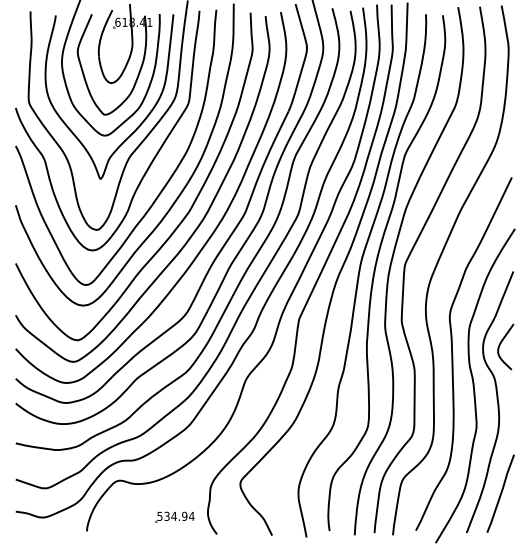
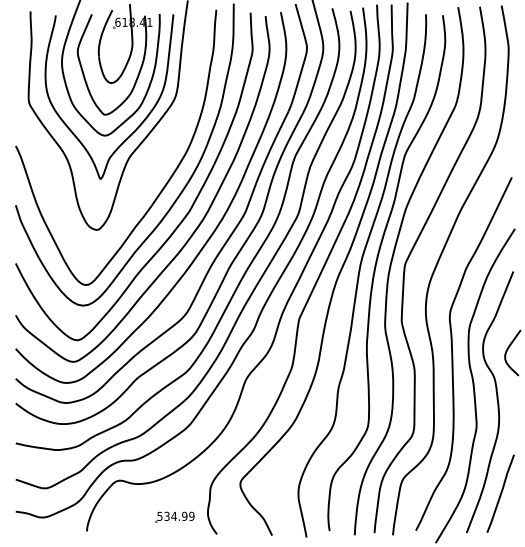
curve at (153, 157): present -> none
curve at (502, 342) position: (502, 342) -> (509, 348)
text at (191, 515): 534.94 -> 534.99
